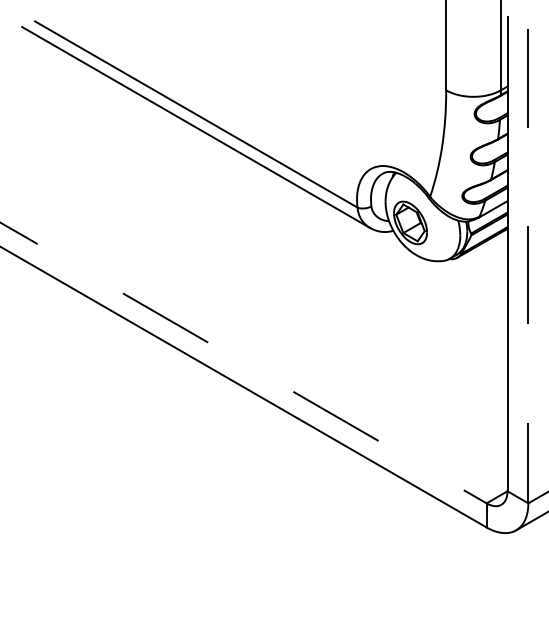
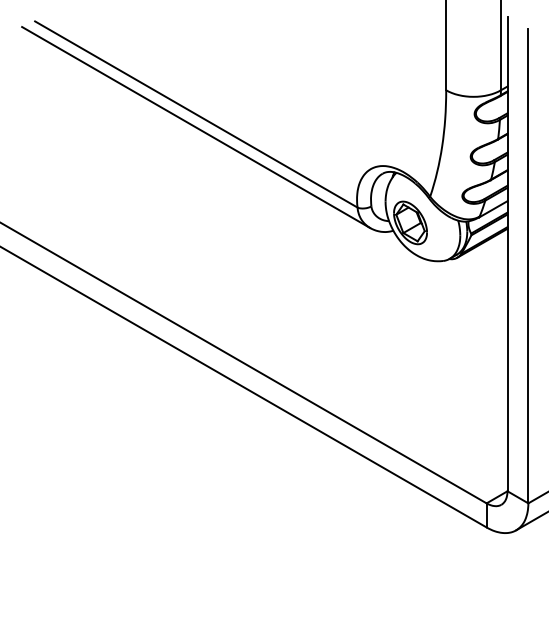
line at (528, 266): dashed -> solid
line at (243, 362): dashed -> solid
